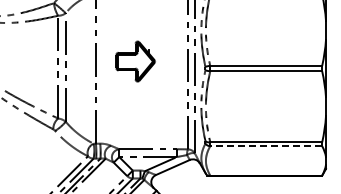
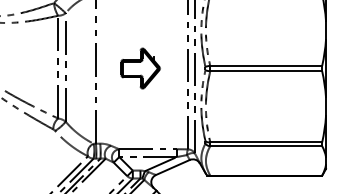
part at (135, 61) position: (135, 61) -> (140, 68)
line at (266, 146): dashed -> solid
